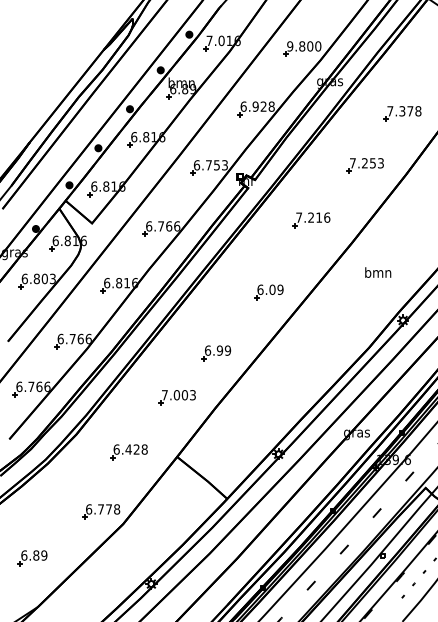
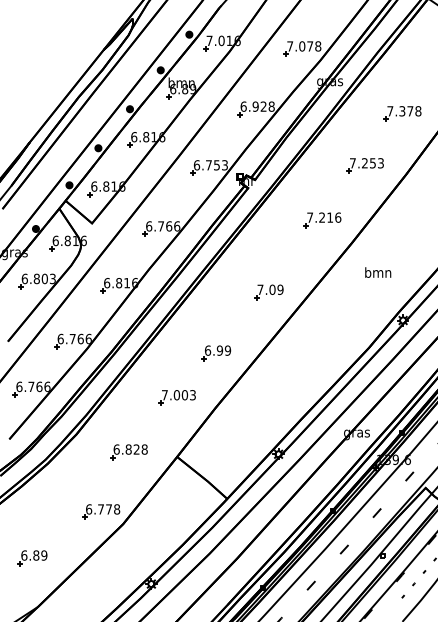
text at (304, 46): 9.800 -> 7.078
part at (311, 220) position: (311, 220) -> (322, 220)
text at (260, 289): 6.09 -> 7.09
text at (128, 449): 6.428 -> 6.828
